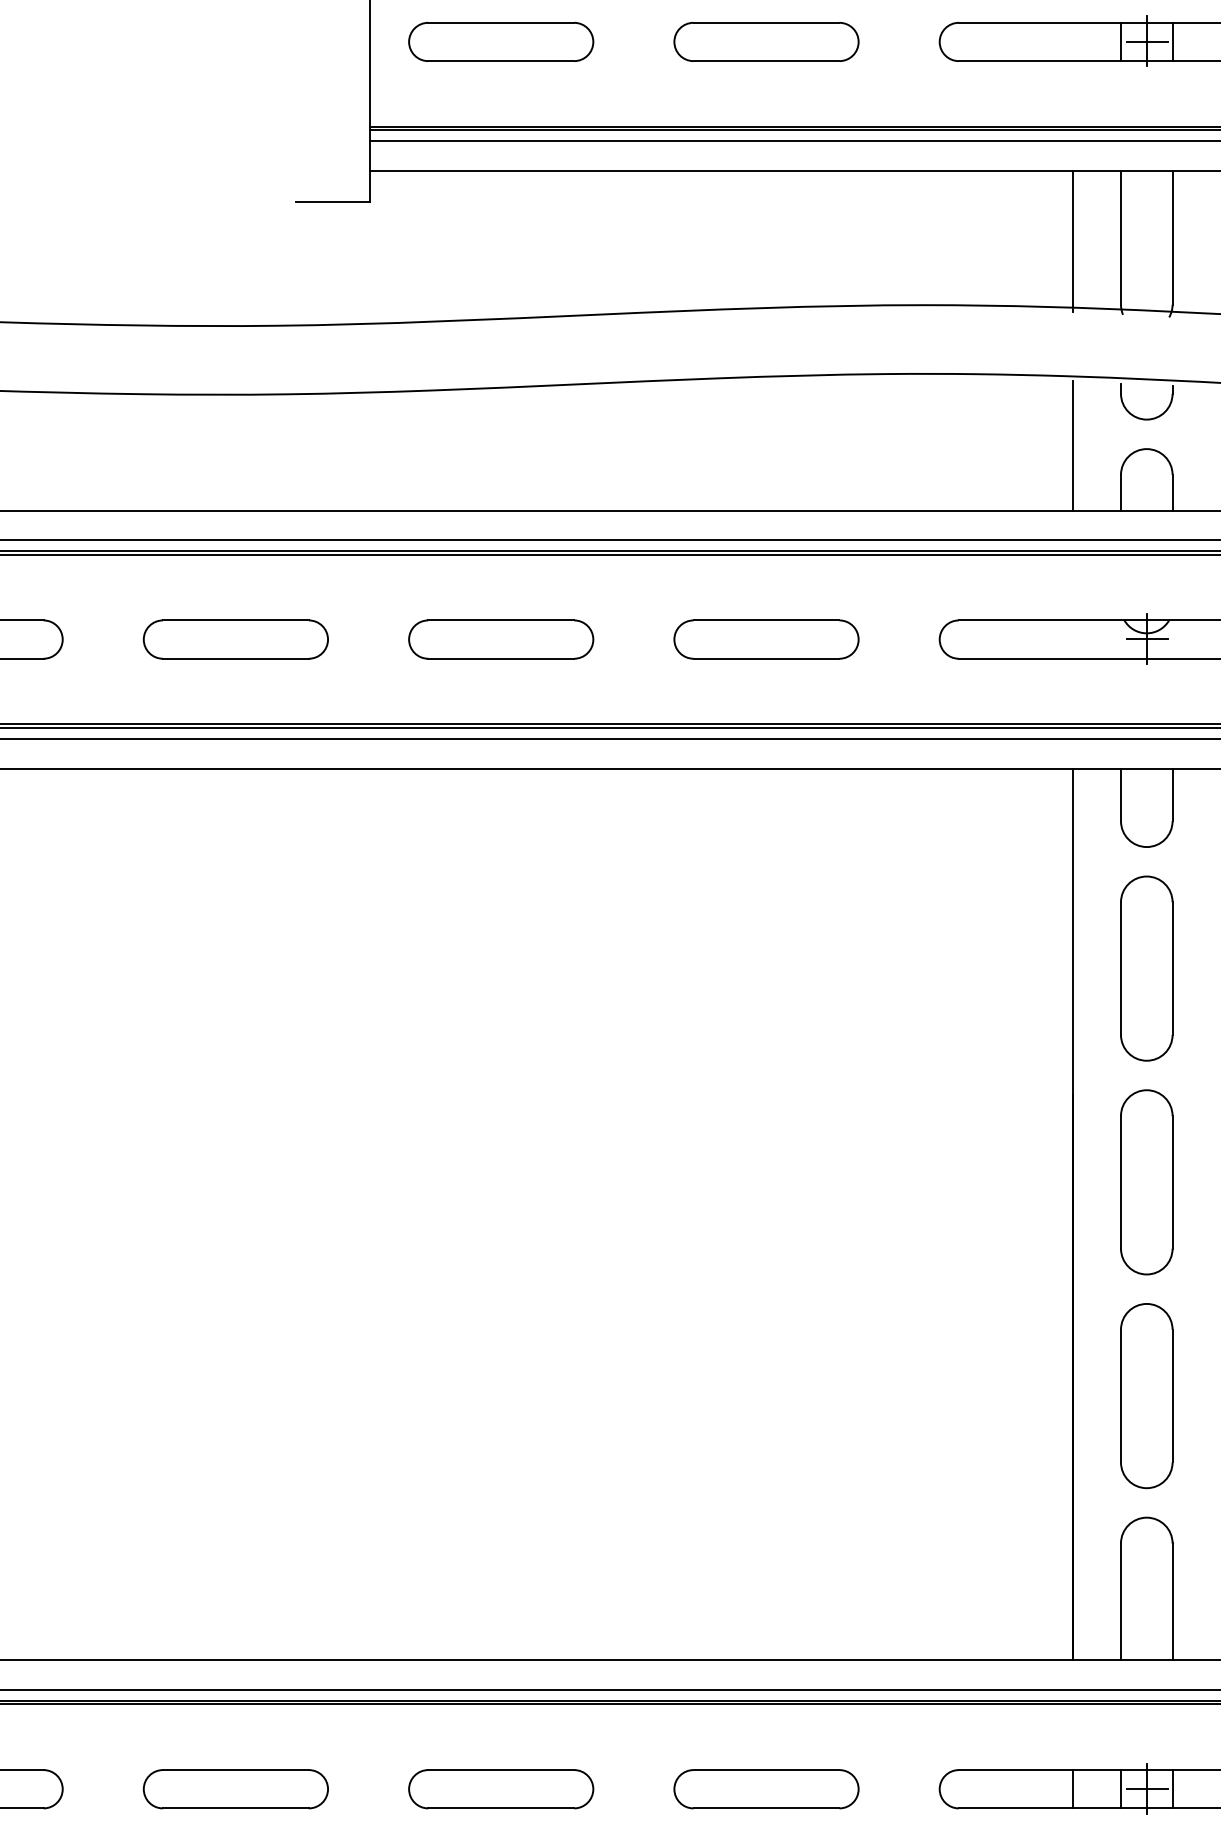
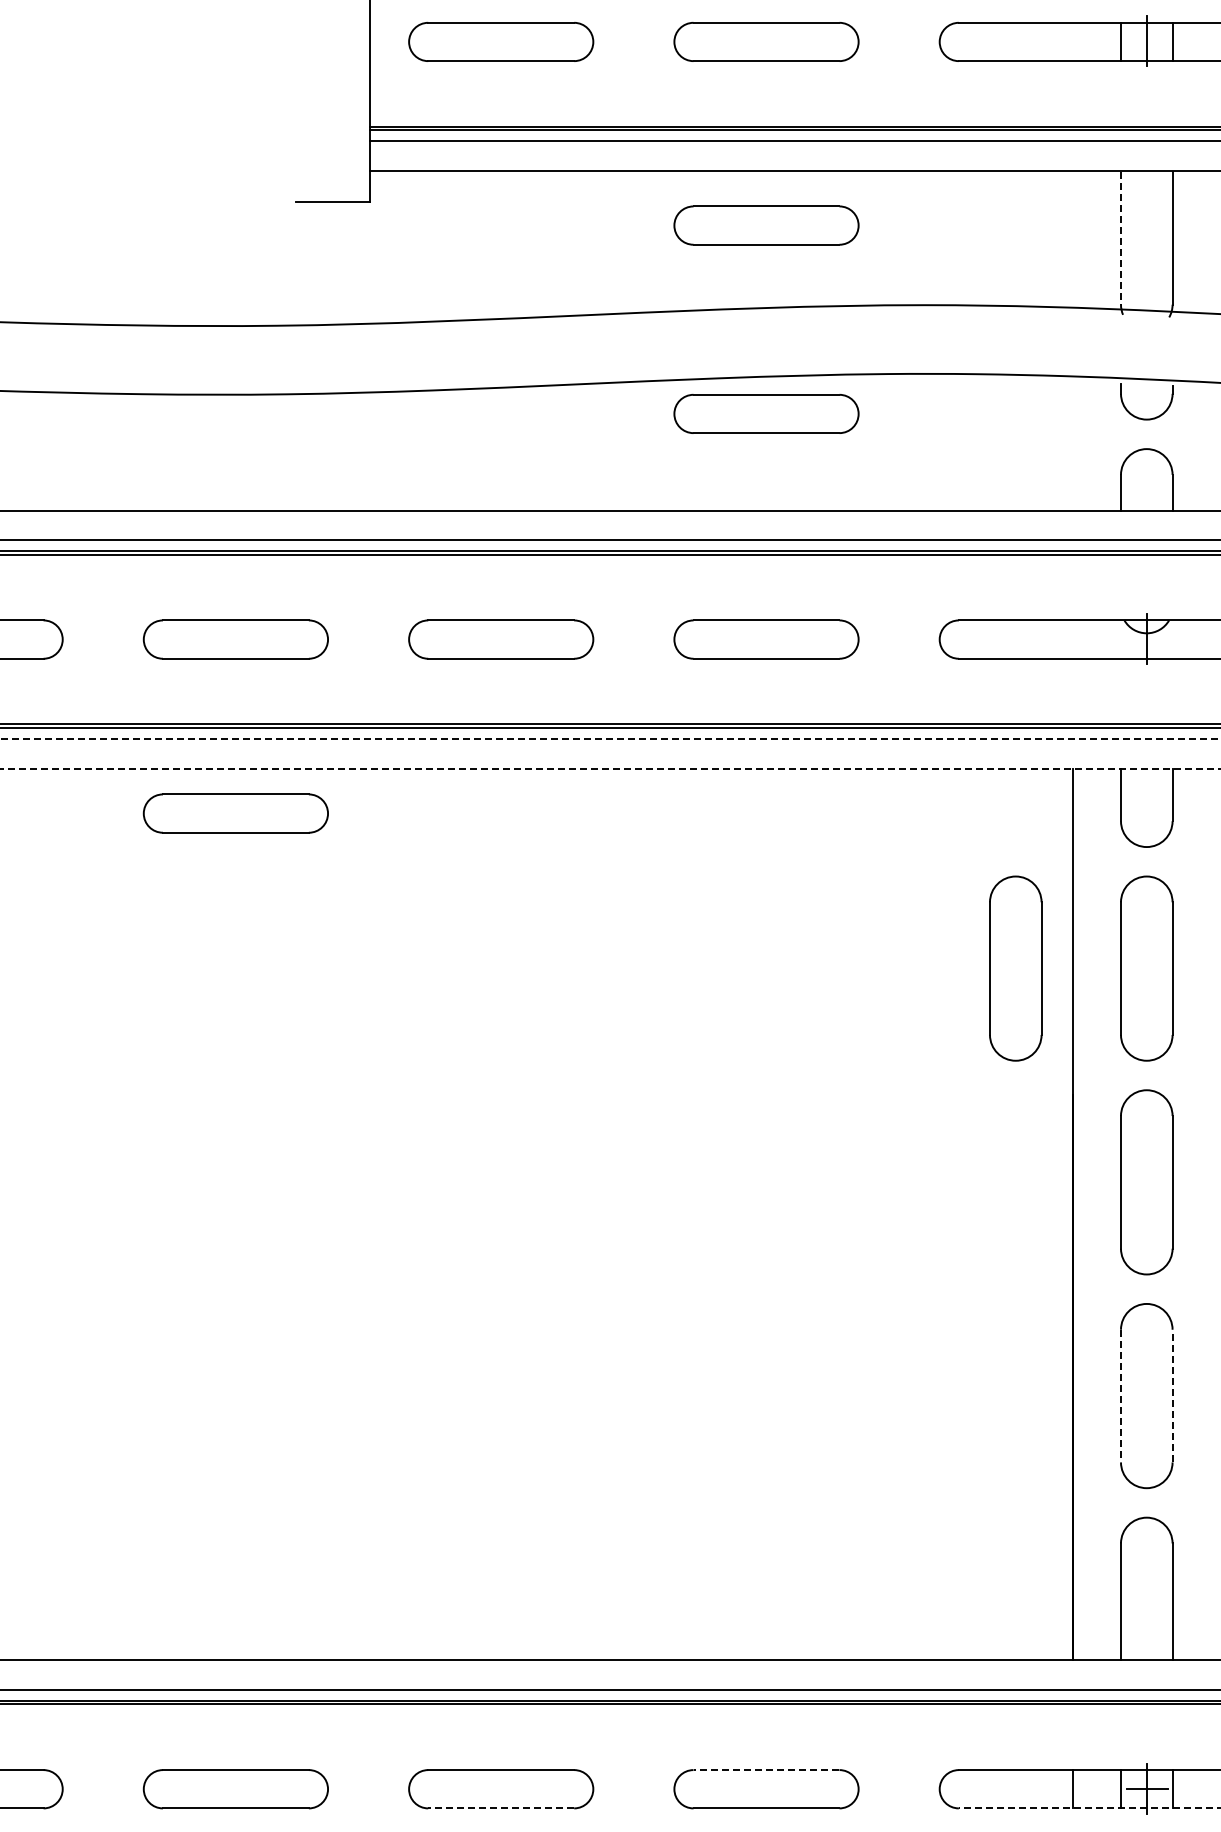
line at (1147, 41): present -> none
part at (766, 225): none -> present
line at (1120, 238): solid -> dashed
line at (1073, 241): present -> none
part at (766, 413): none -> present
line at (1073, 445): present -> none
line at (1147, 639): present -> none
line at (610, 739): solid -> dashed
line at (610, 768): solid -> dashed
part at (235, 813): none -> present
part at (1015, 968): none -> present
line at (1172, 1395): solid -> dashed
line at (1120, 1396): solid -> dashed
line at (766, 1770): solid -> dashed
line at (501, 1808): solid -> dashed
line at (1089, 1808): solid -> dashed
